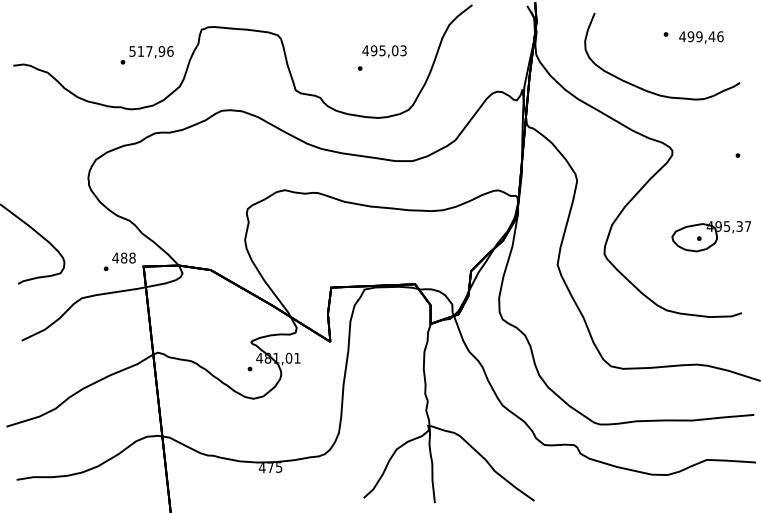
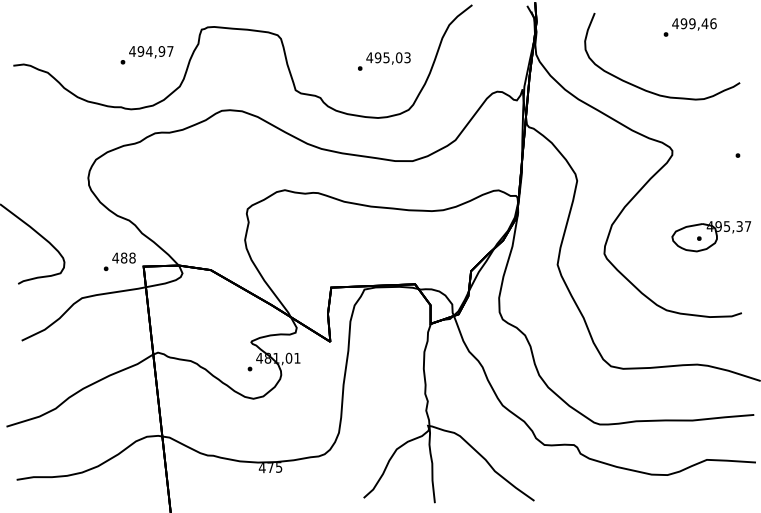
text at (701, 37) position: (701, 37) -> (694, 24)
text at (151, 51): 517,96 -> 494,97
text at (384, 51) position: (384, 51) -> (388, 58)
